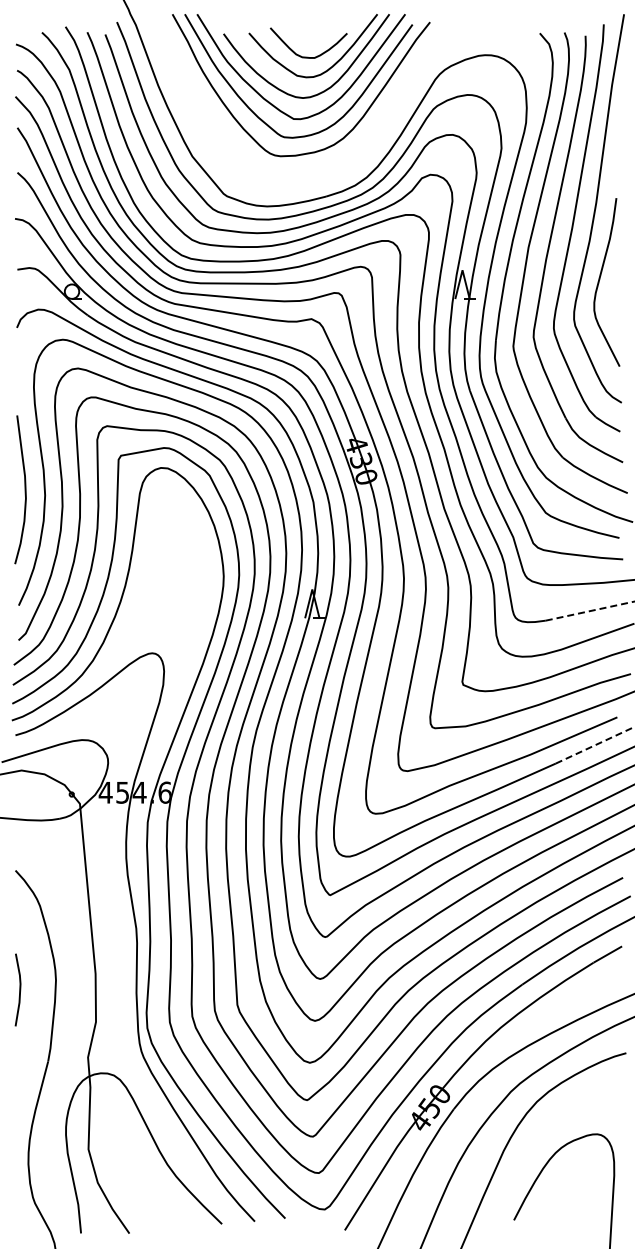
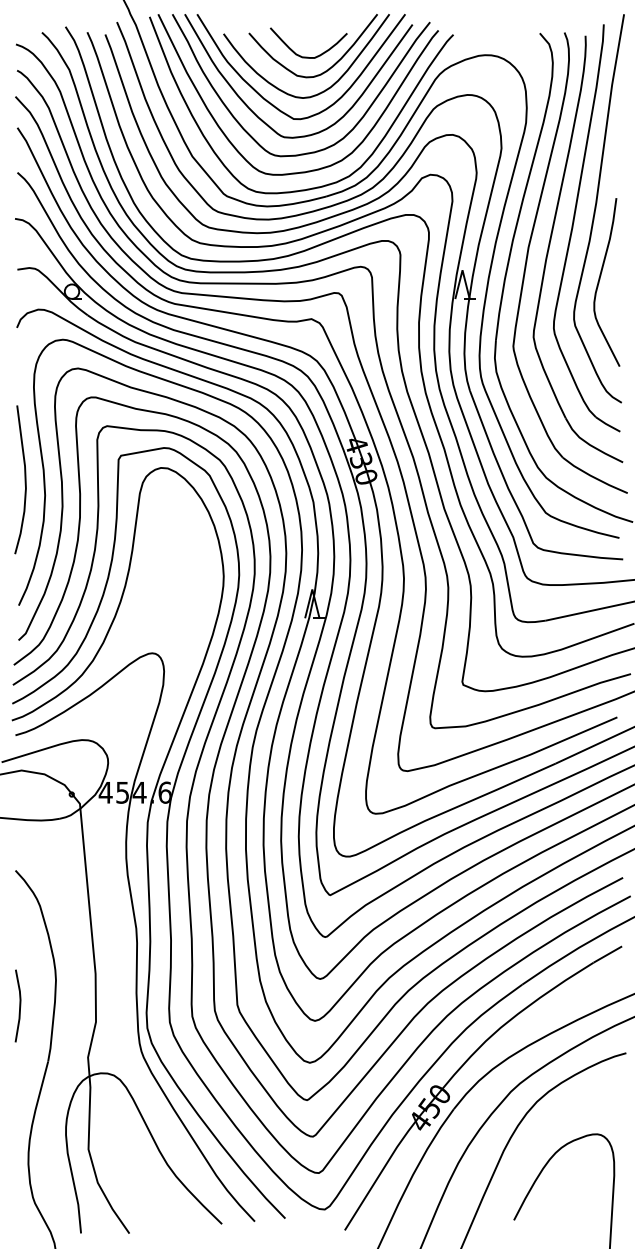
part at (320, 167): none -> present
curve at (24, 489) position: (24, 489) -> (24, 479)
line at (590, 611): dashed -> solid
line at (595, 745): dashed -> solid
line at (19, 989) position: (19, 989) -> (19, 1005)
